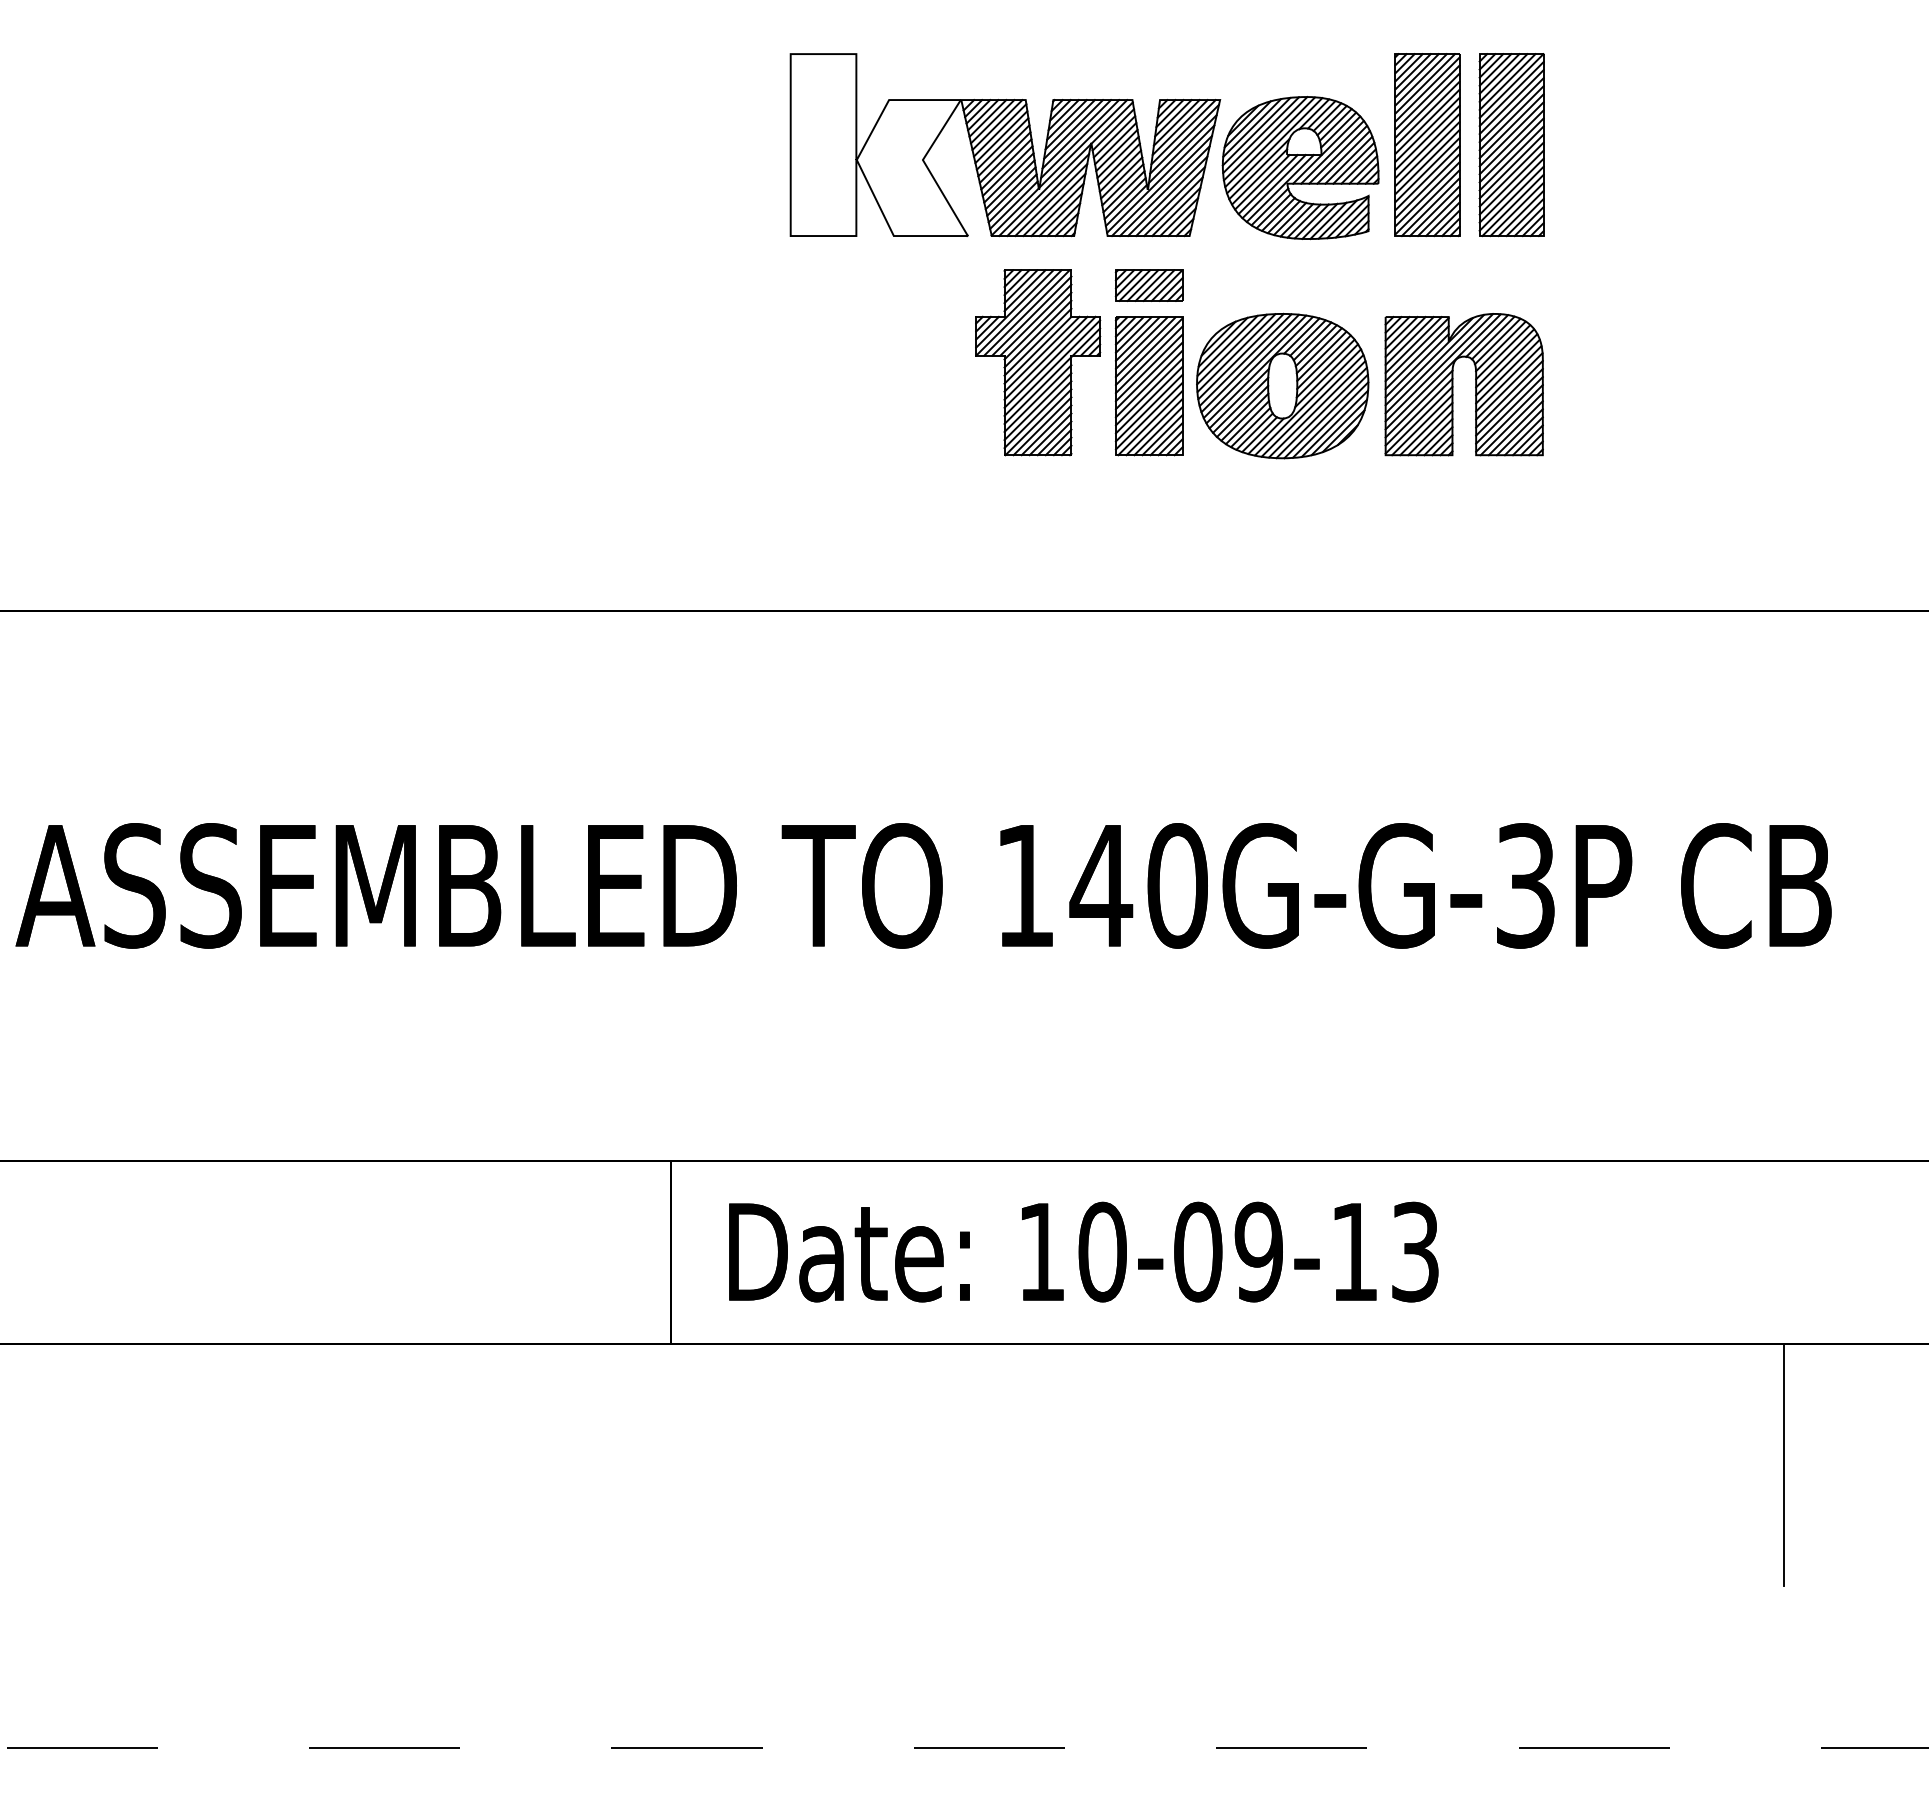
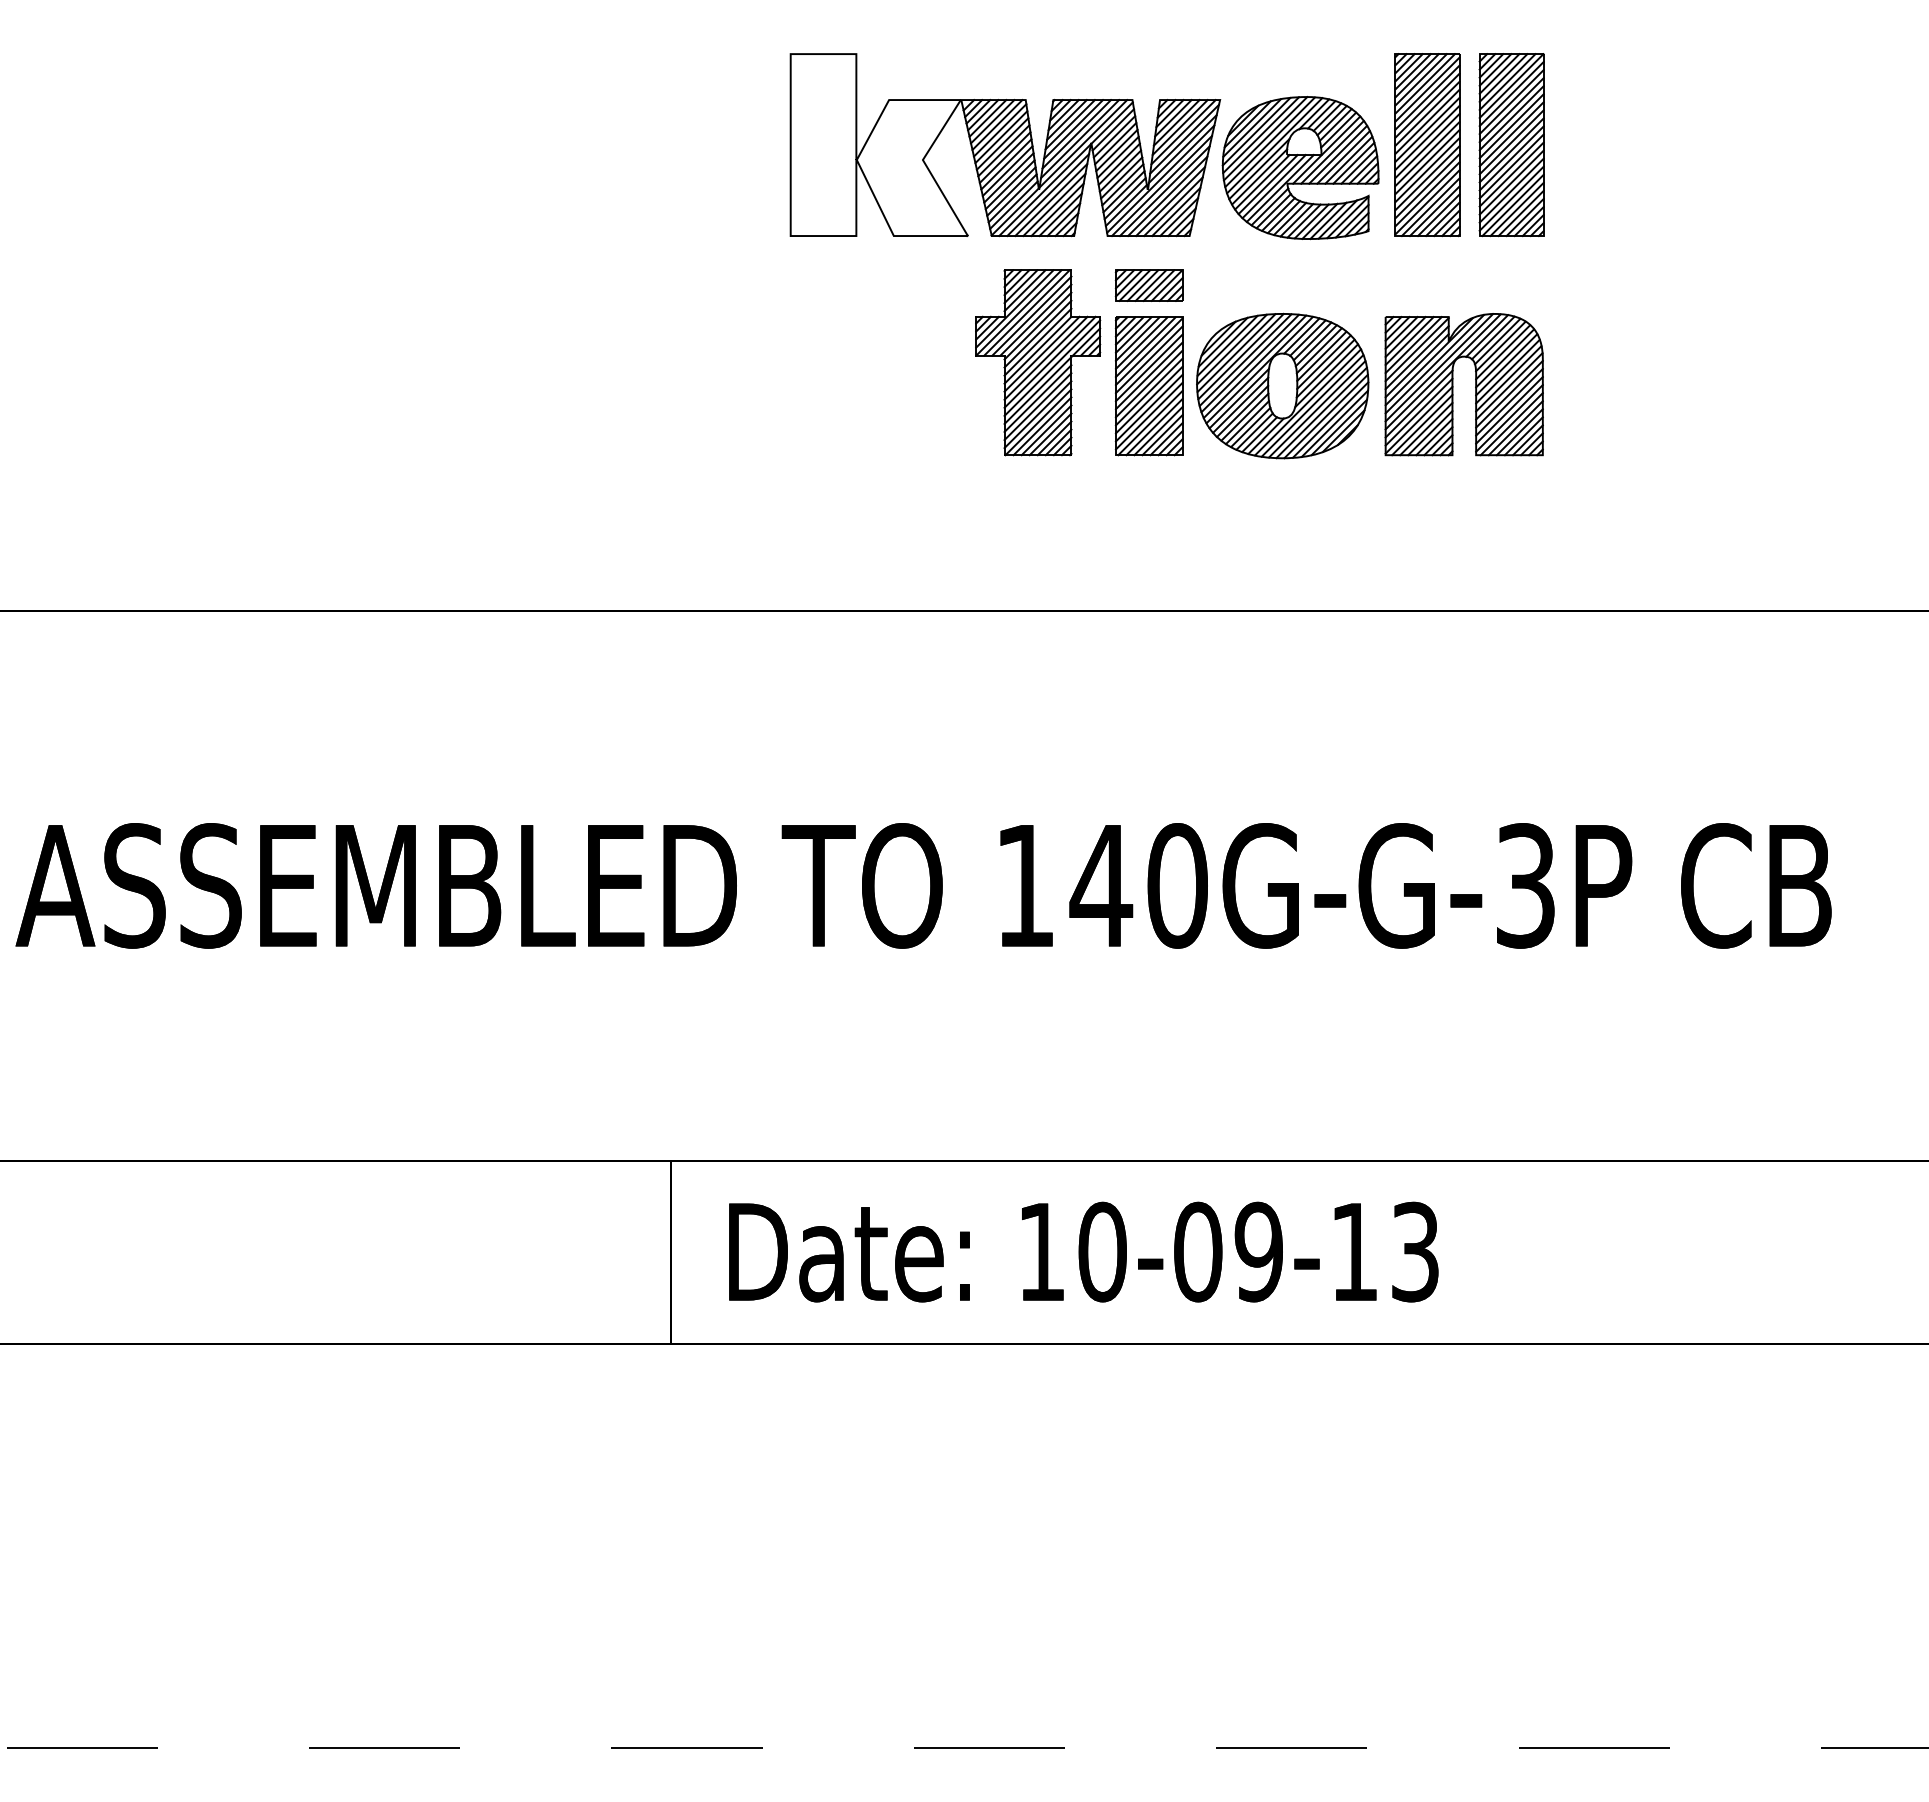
line at (1783, 1464): present -> none
